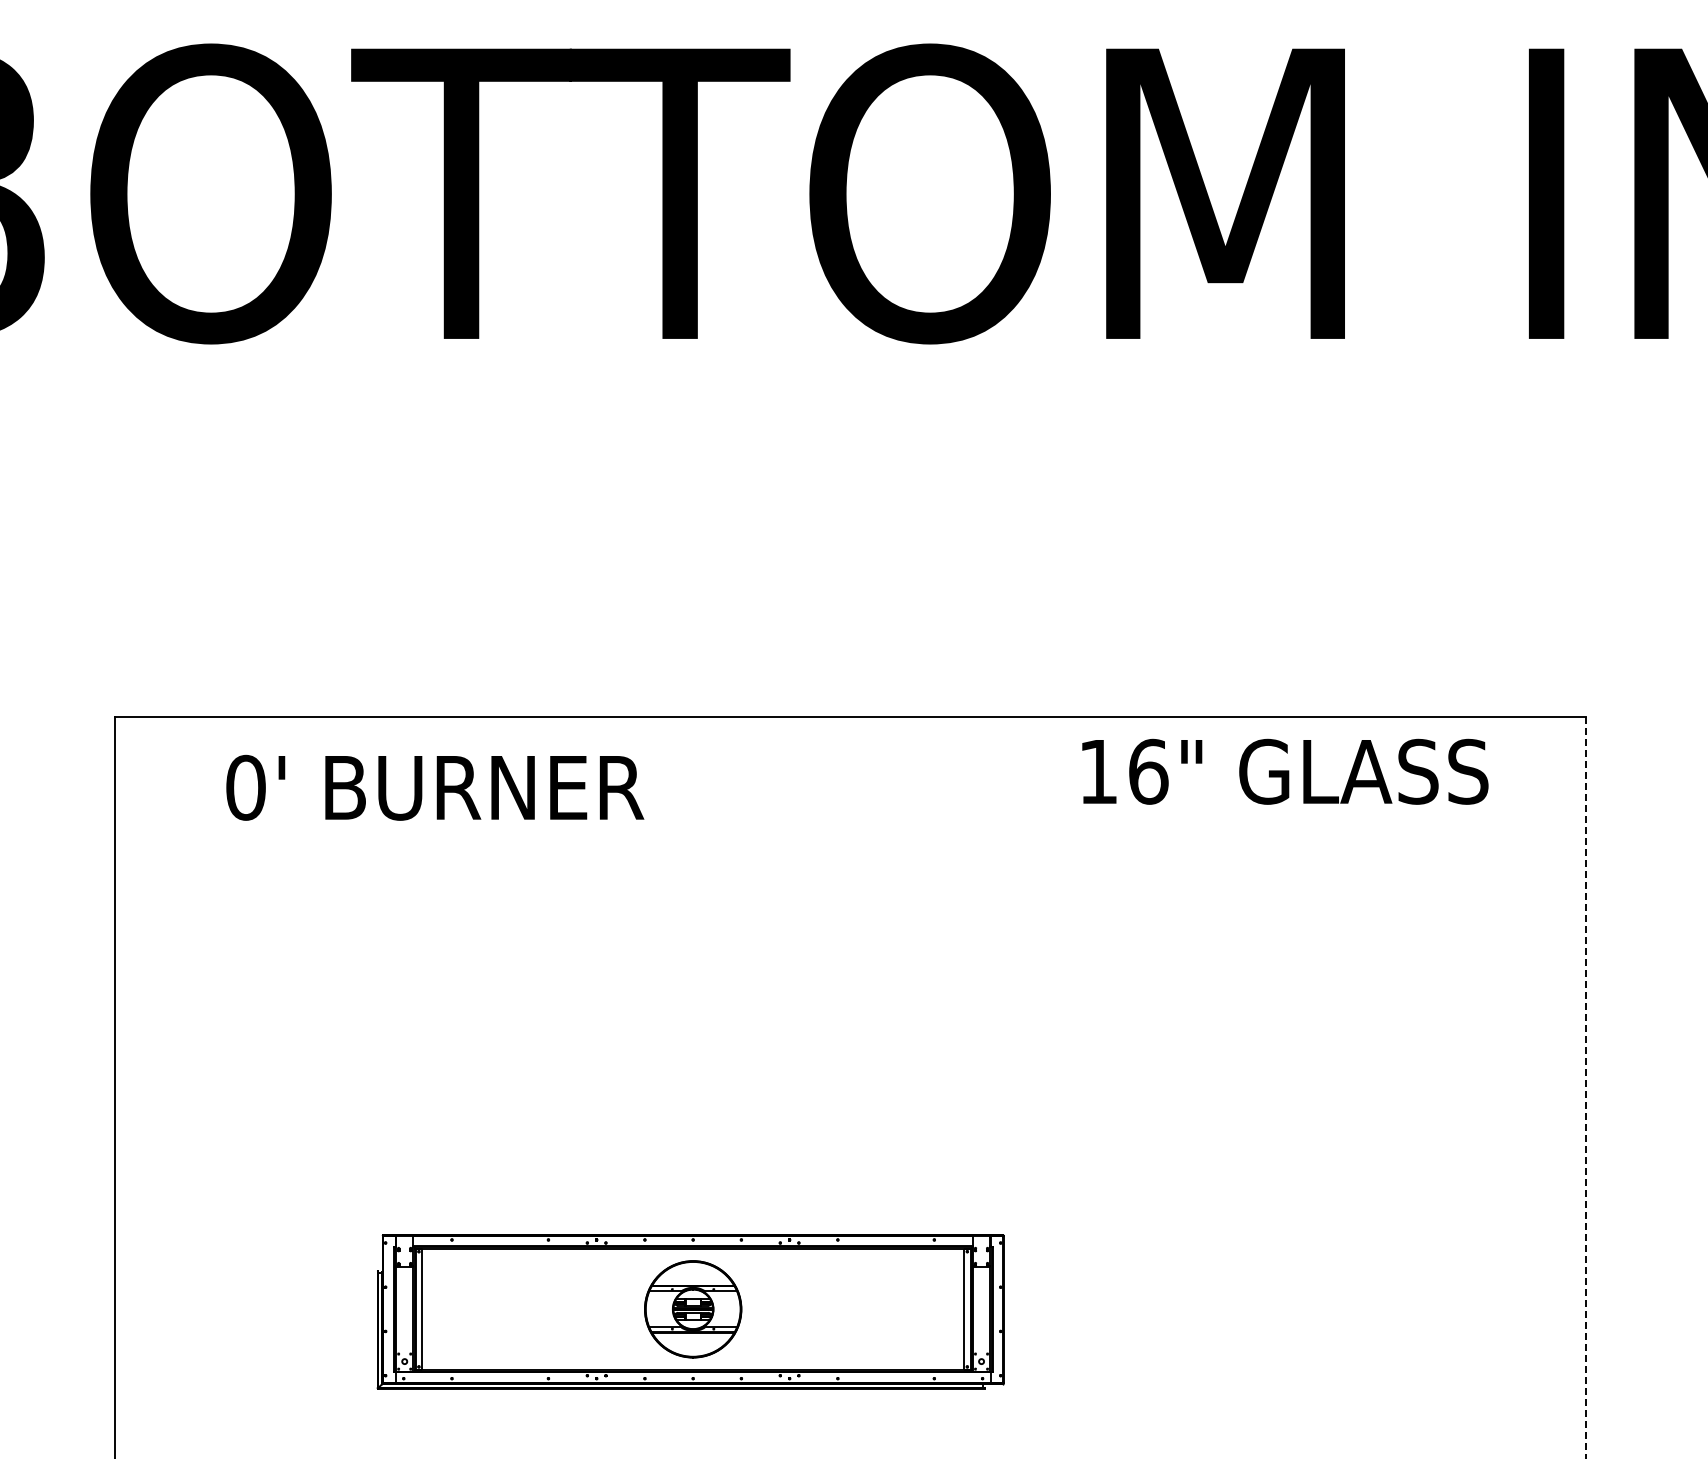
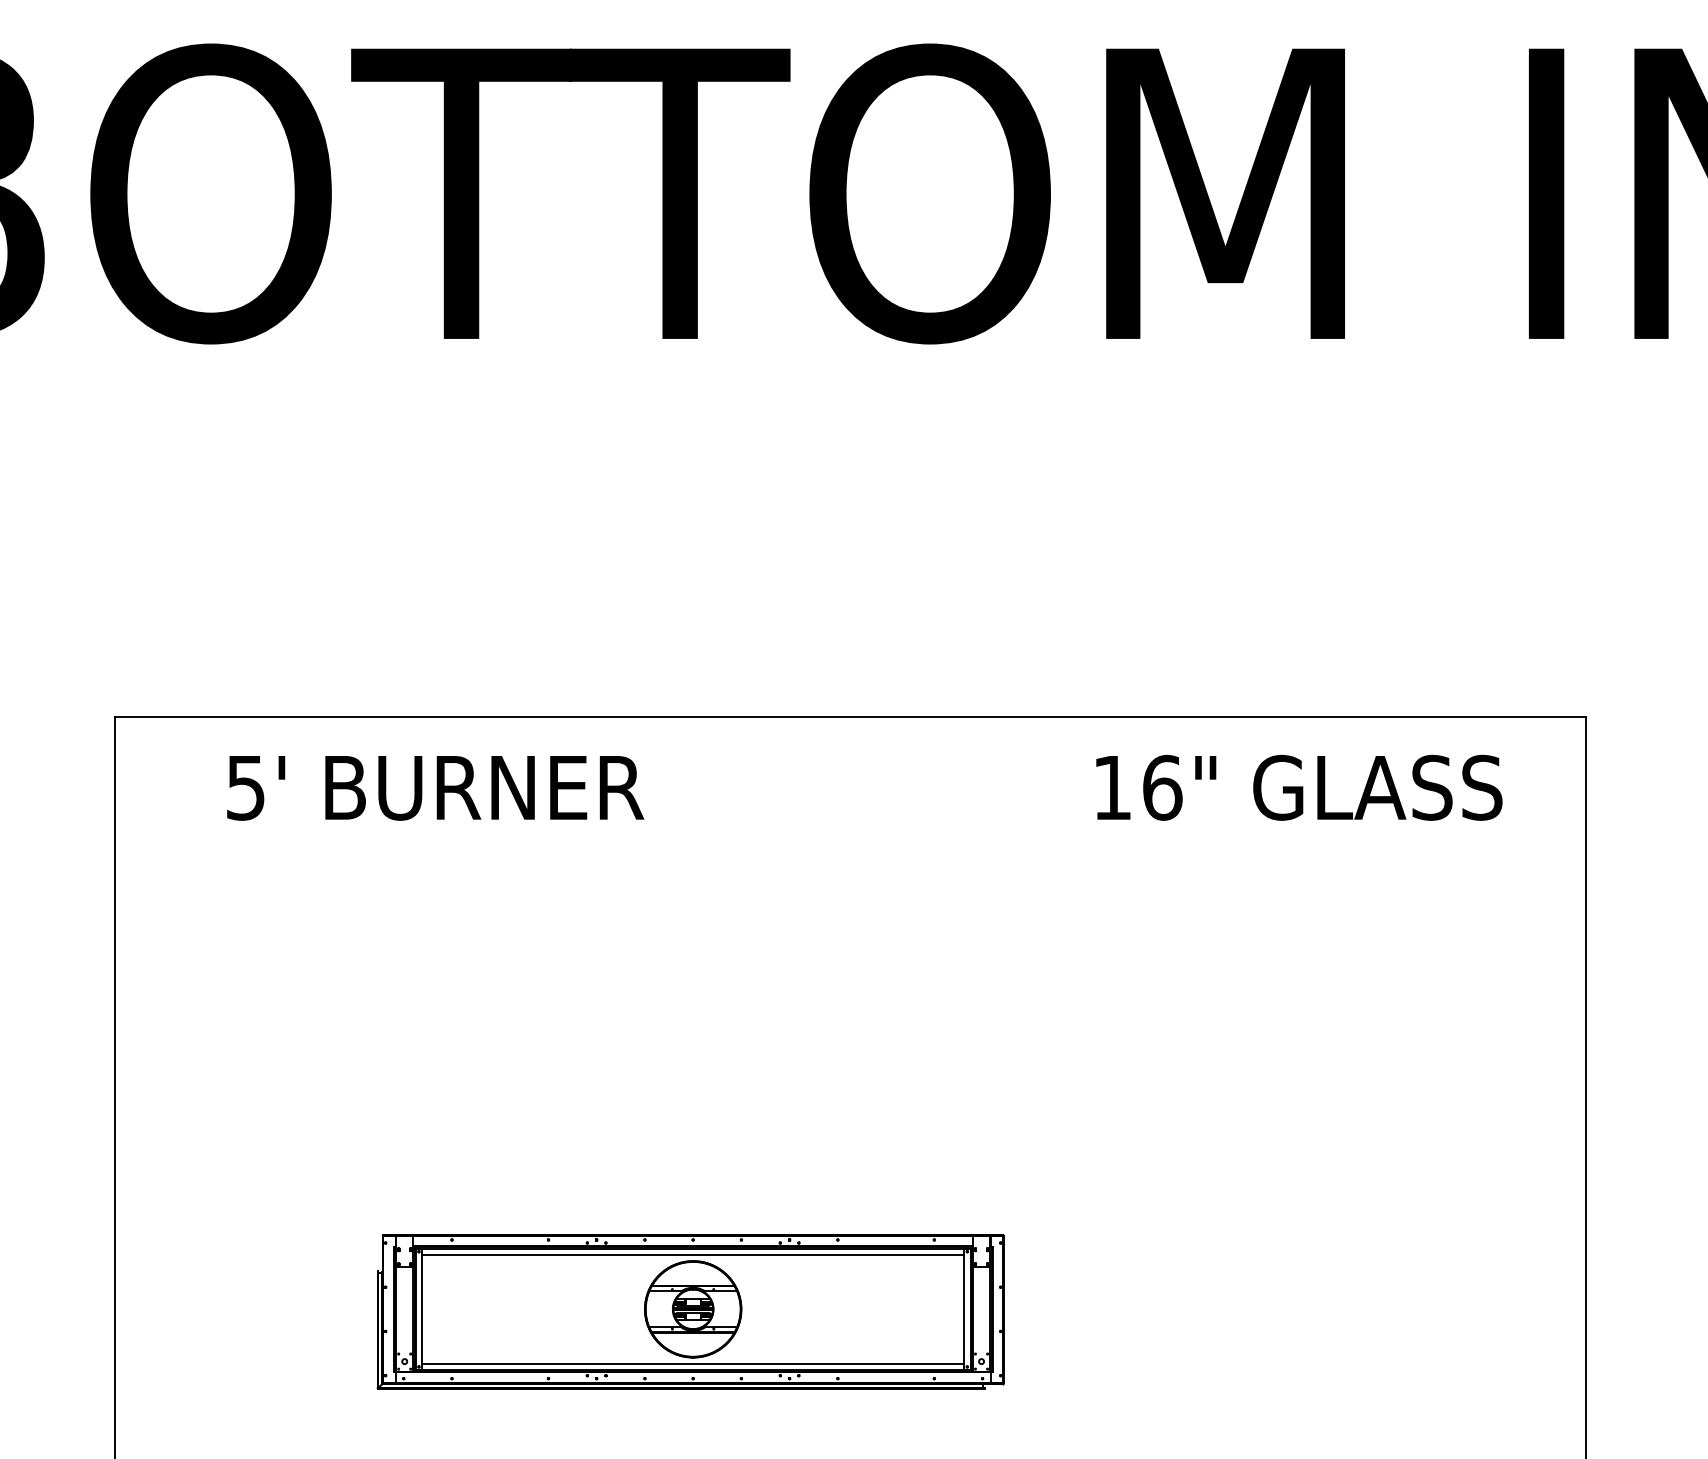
text at (1285, 771) position: (1285, 771) -> (1299, 787)
text at (245, 787): 0' -> 5'
line at (1586, 1088): dashed -> solid
line at (693, 1255): none -> present
line at (693, 1363): none -> present
